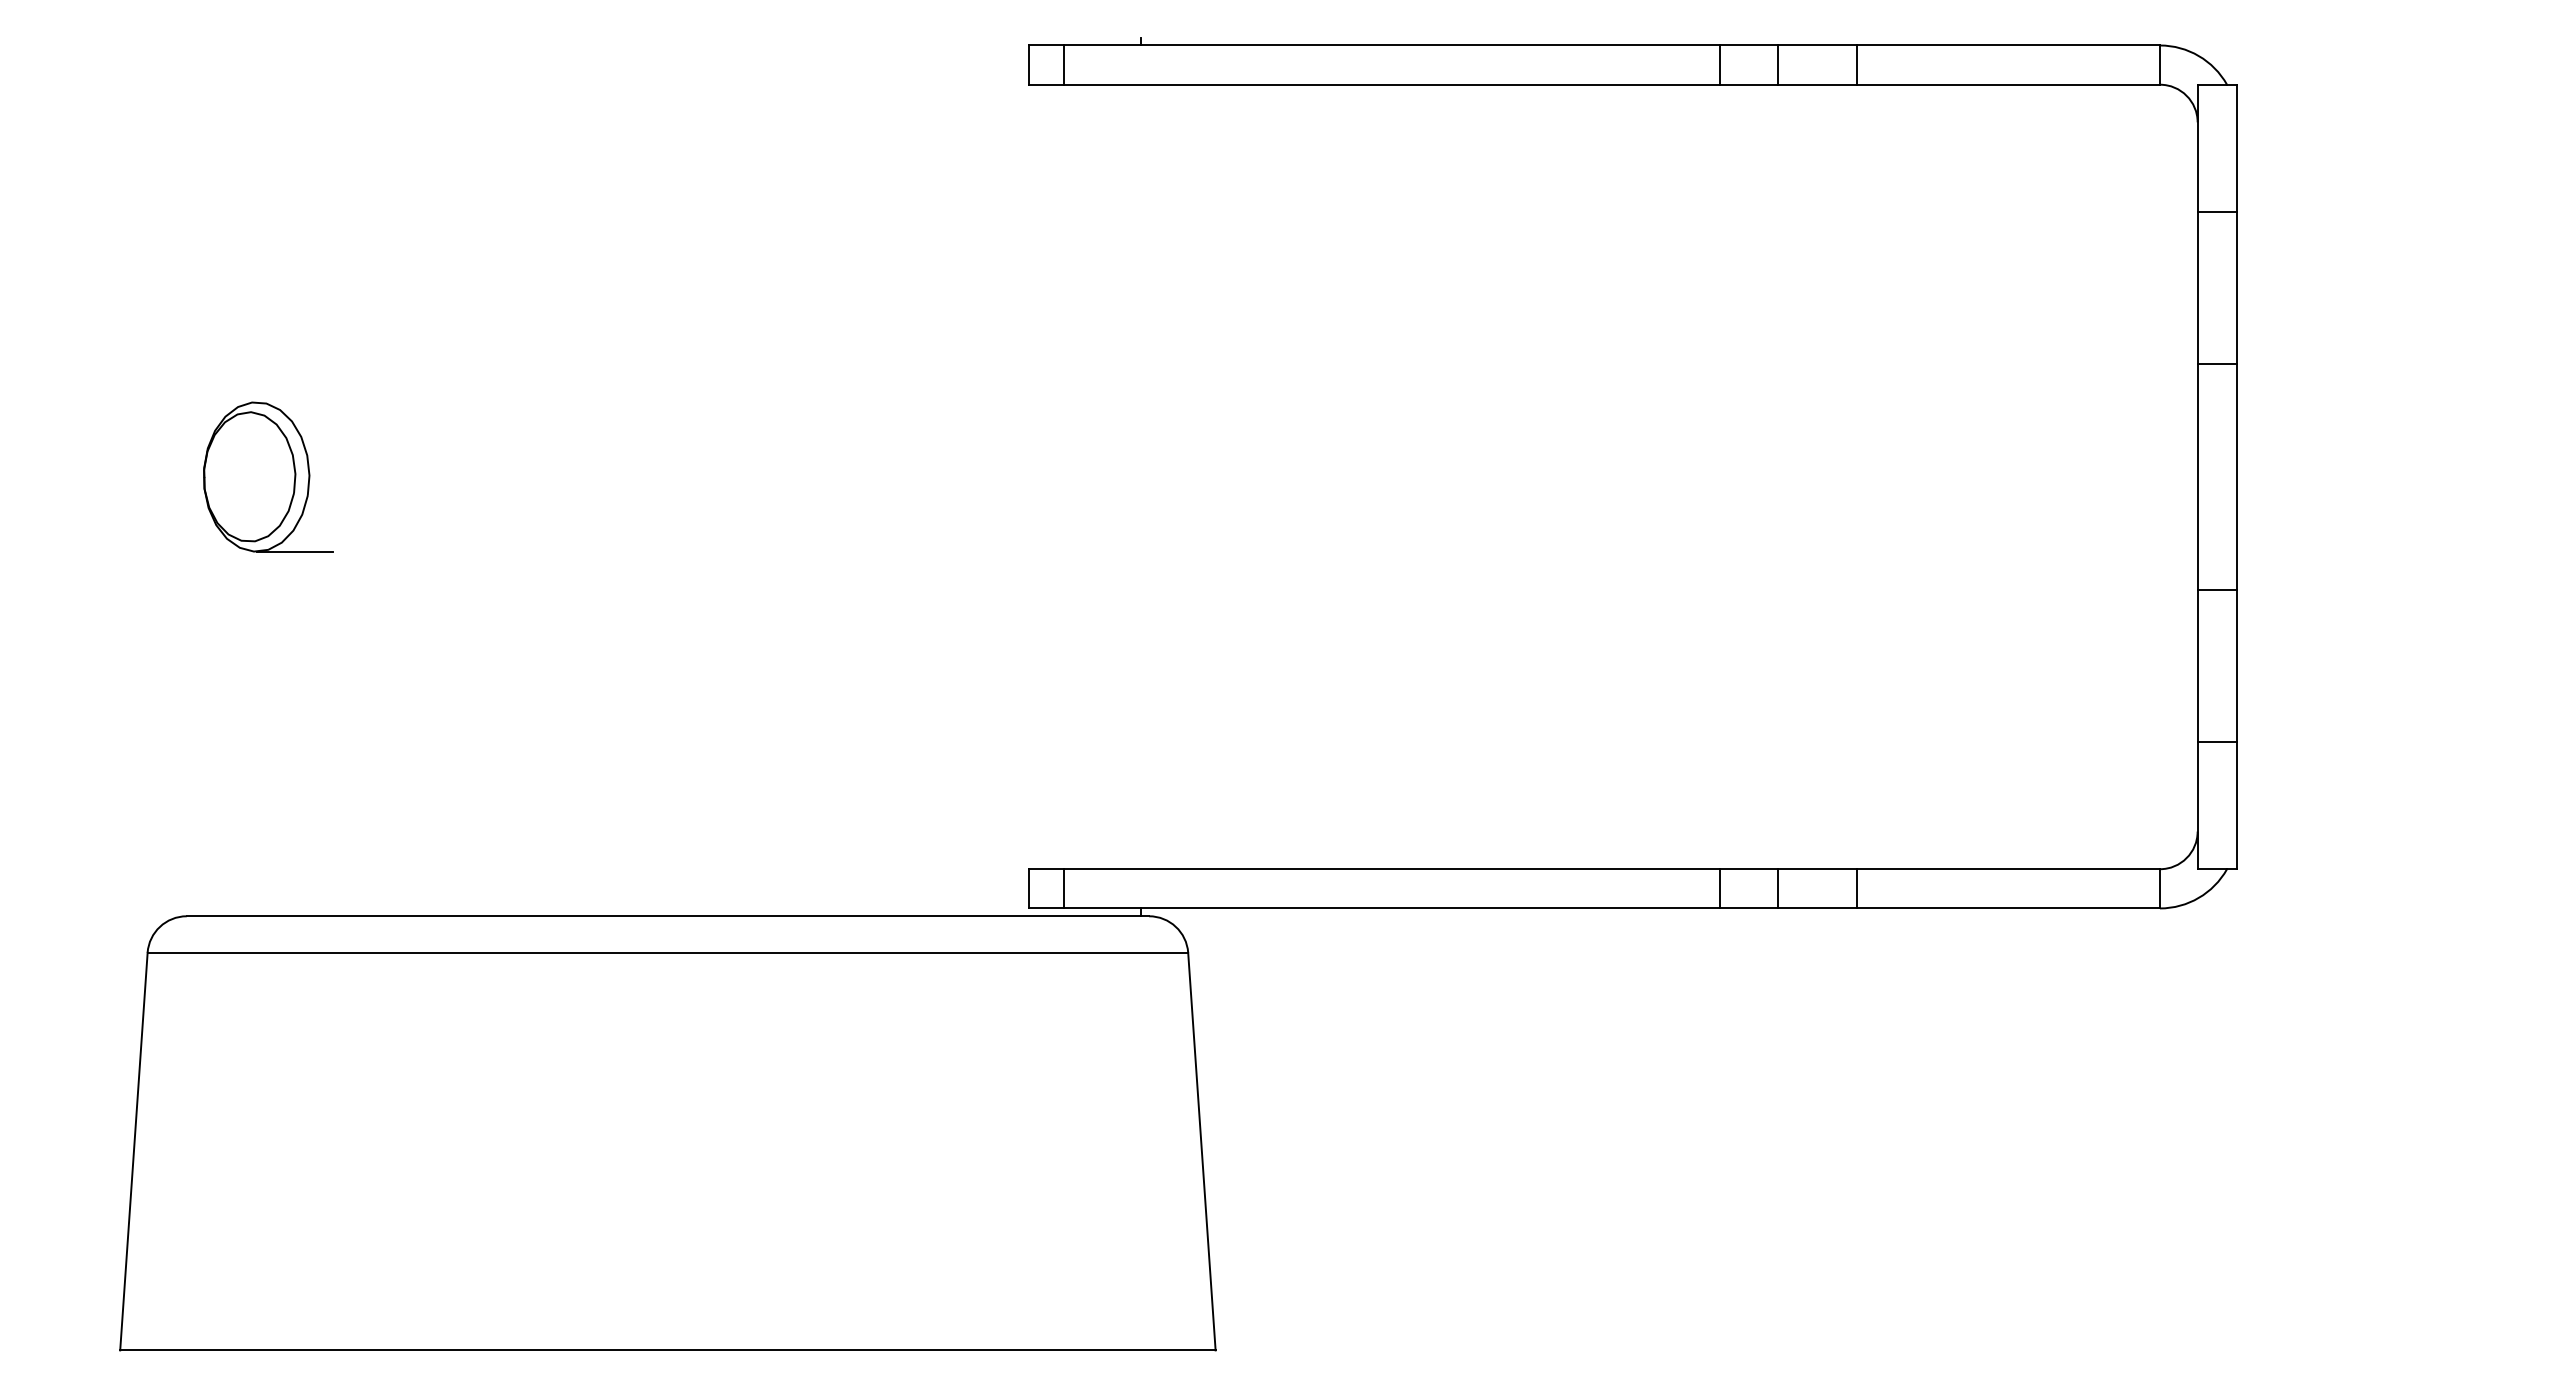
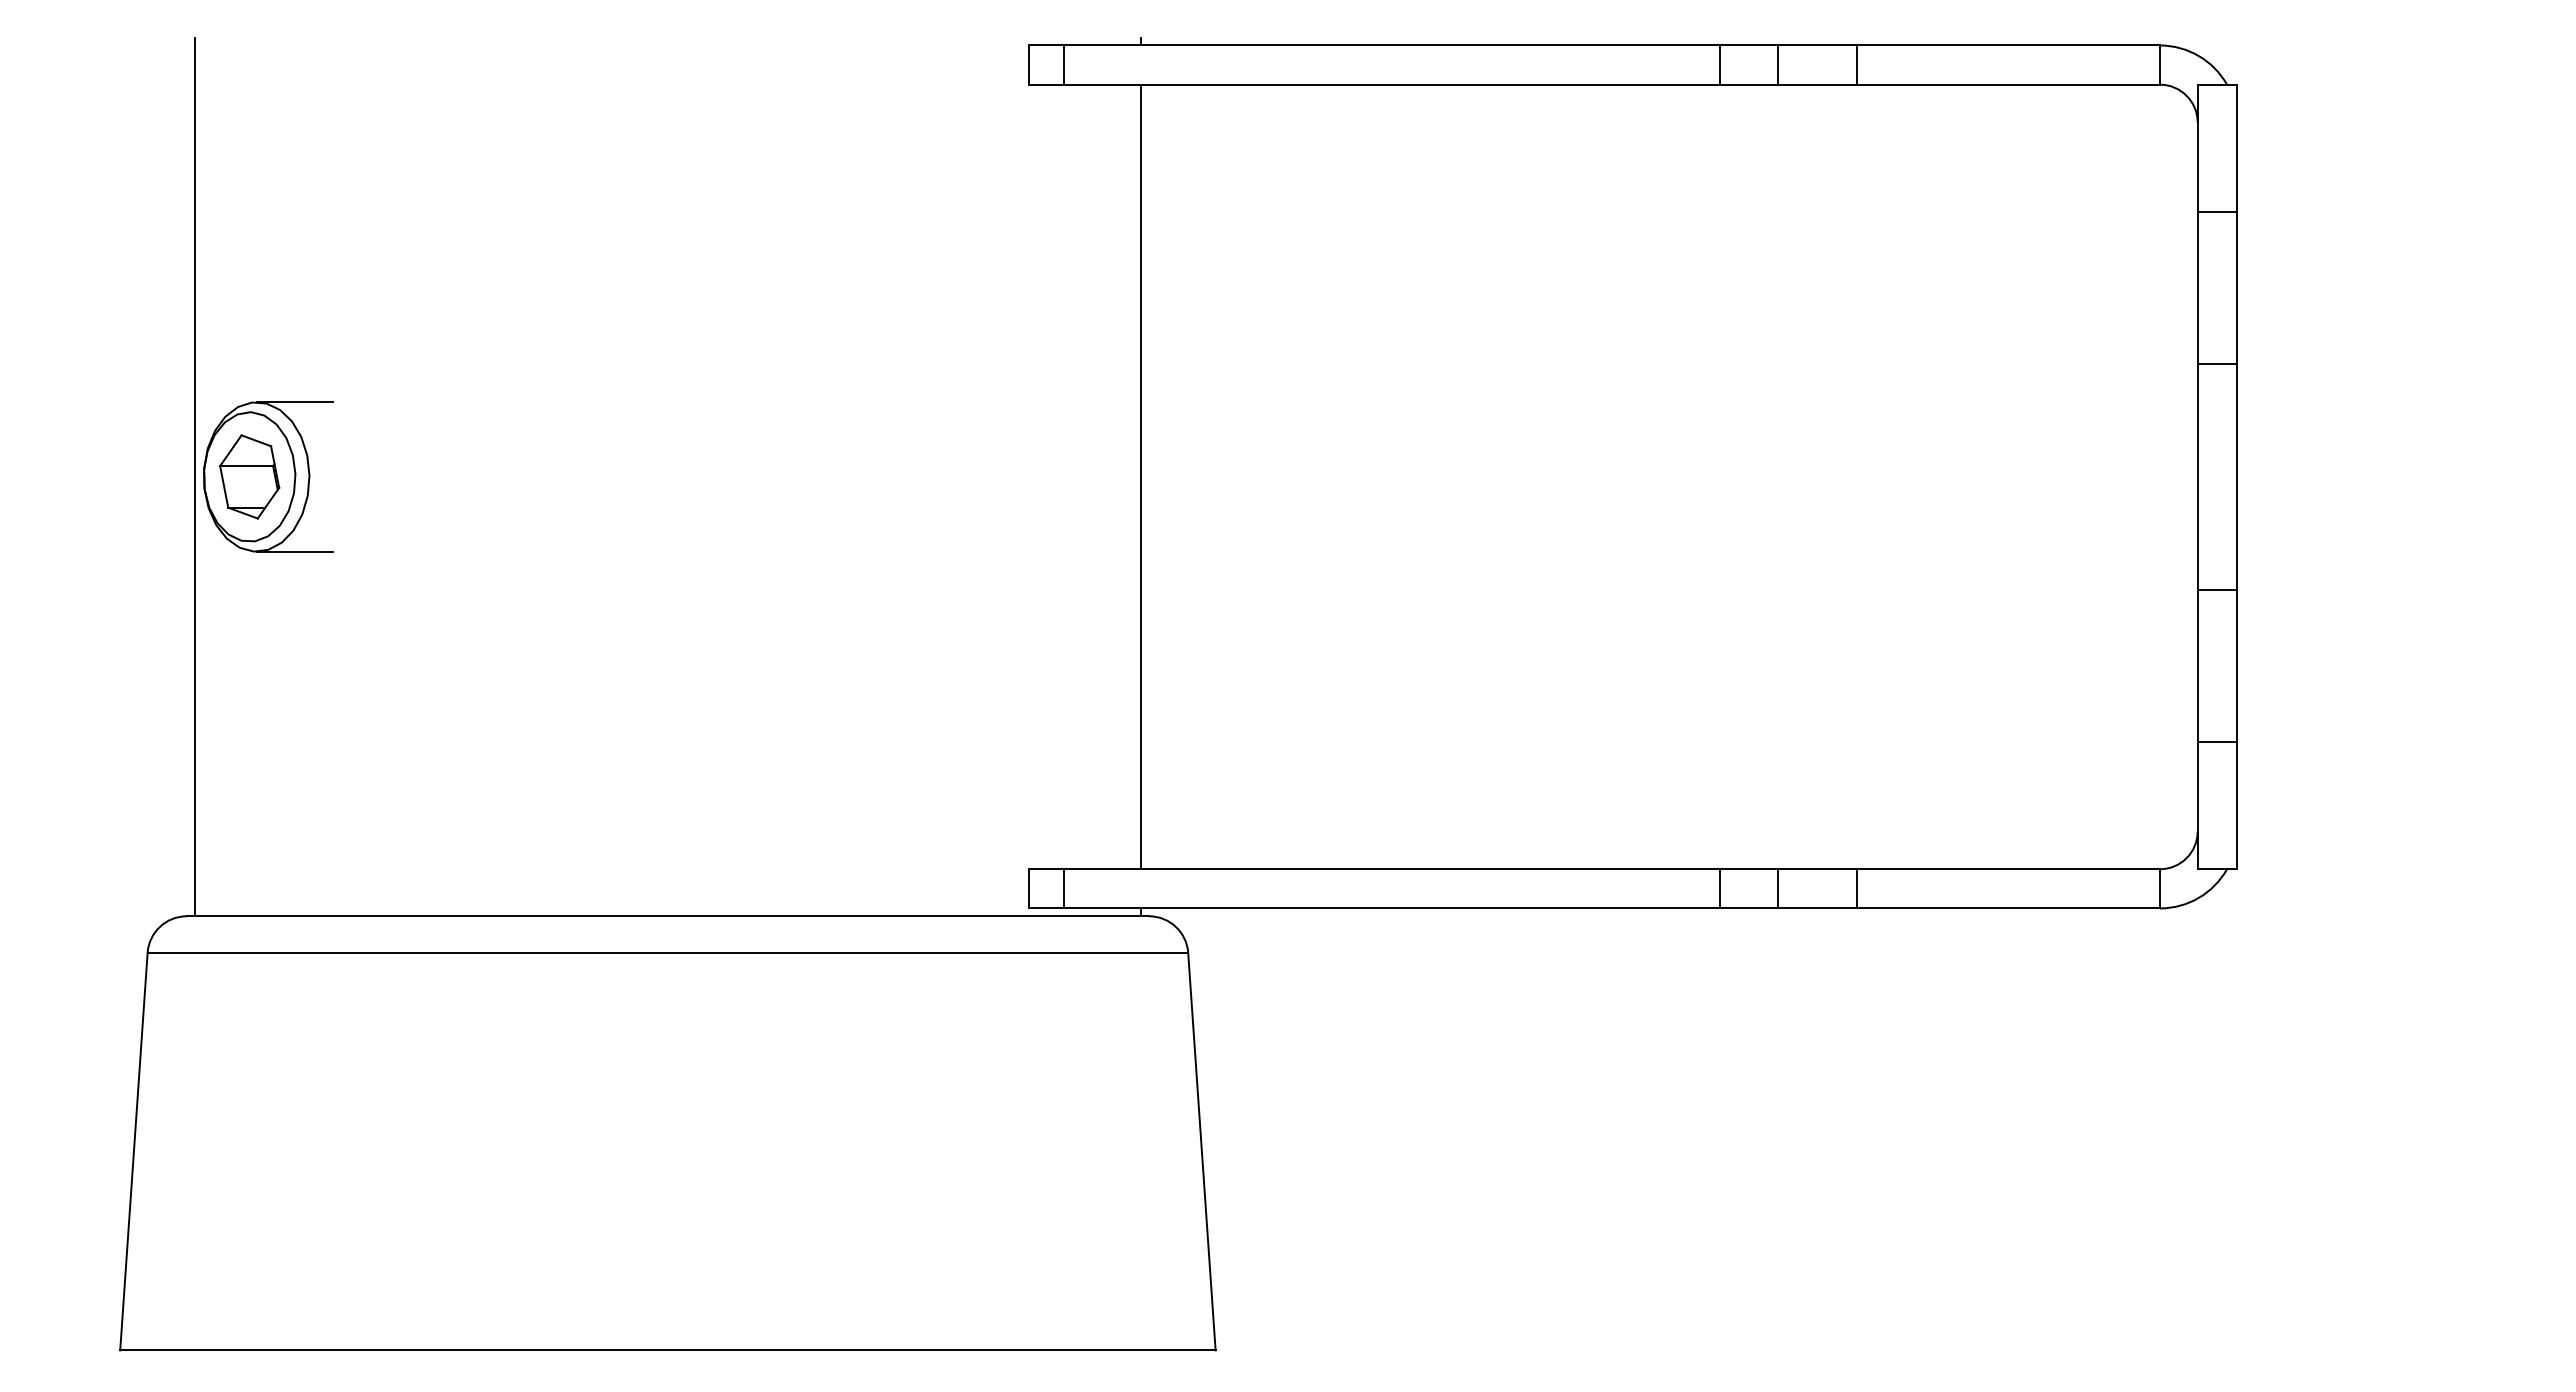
line at (294, 402): none -> present
line at (194, 476): none -> present
part at (249, 476): none -> present
line at (1141, 476): none -> present
